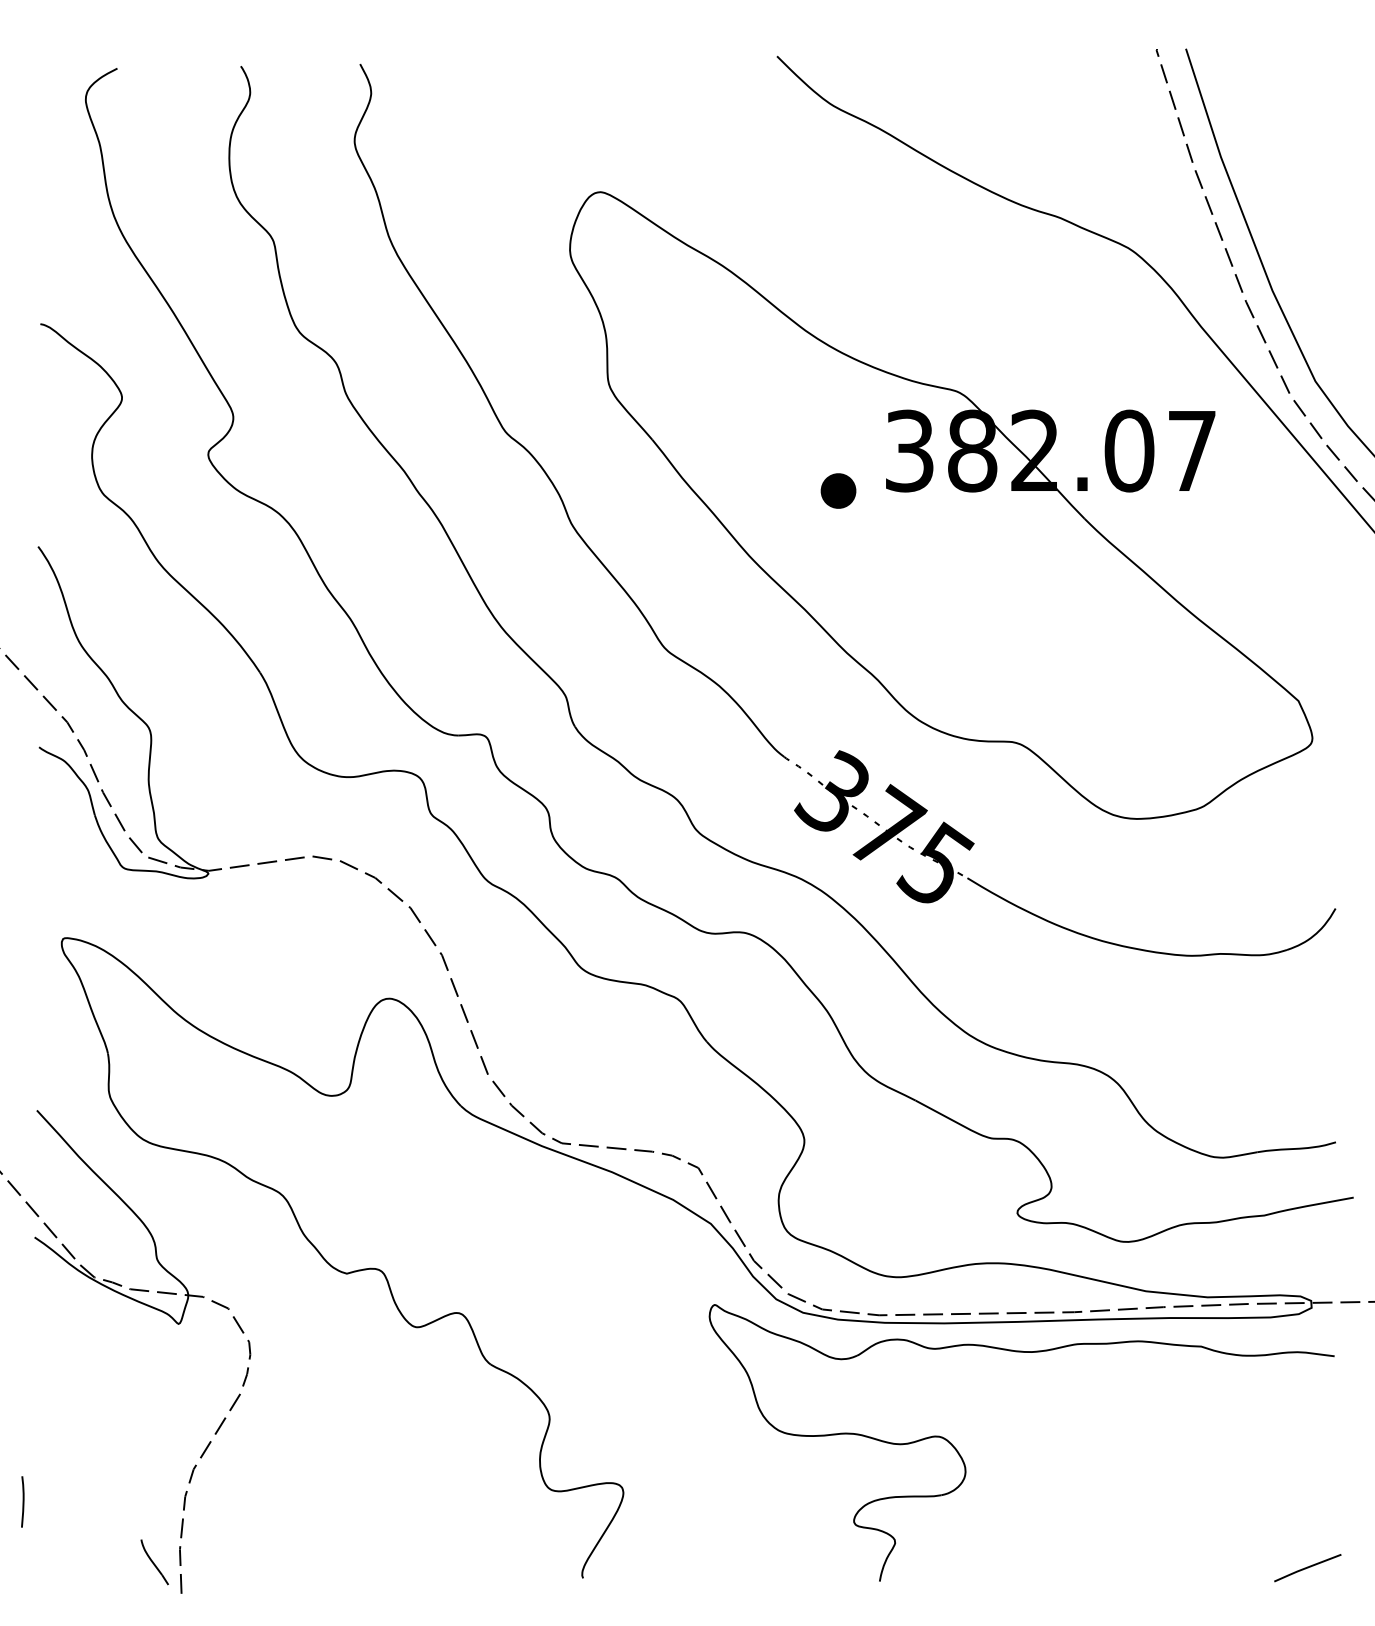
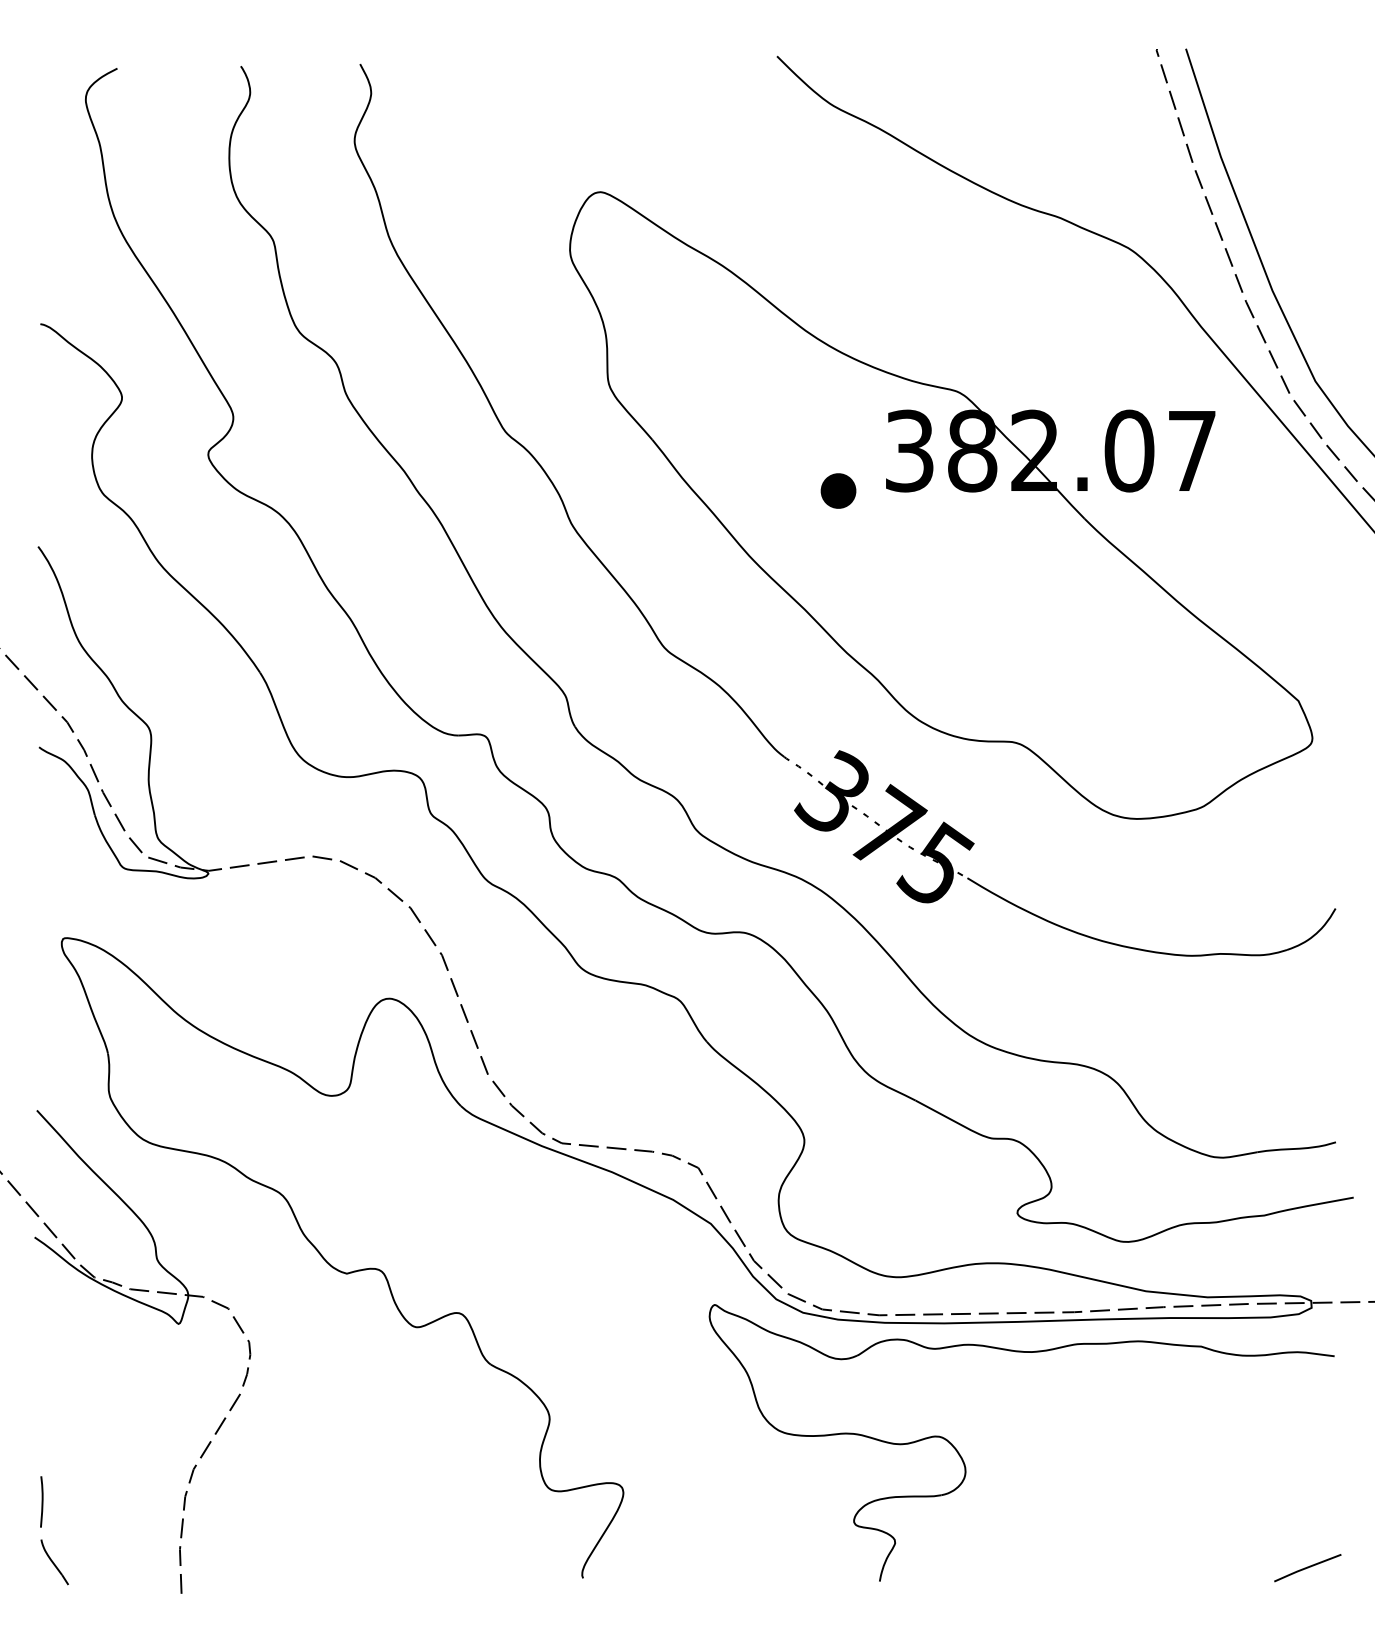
line at (22, 1501) position: (22, 1501) -> (41, 1501)
part at (154, 1562) position: (154, 1562) -> (54, 1562)
